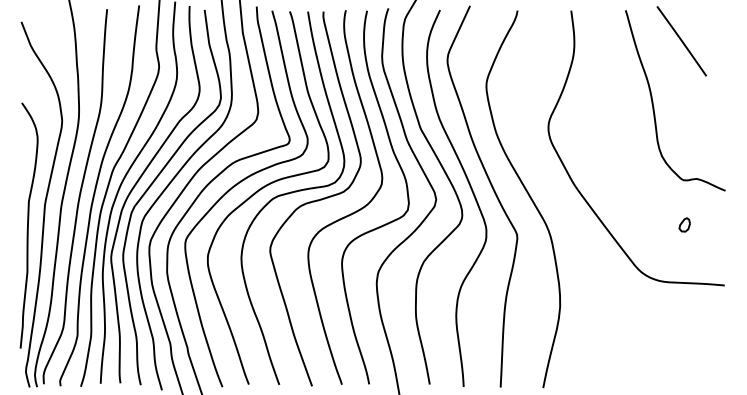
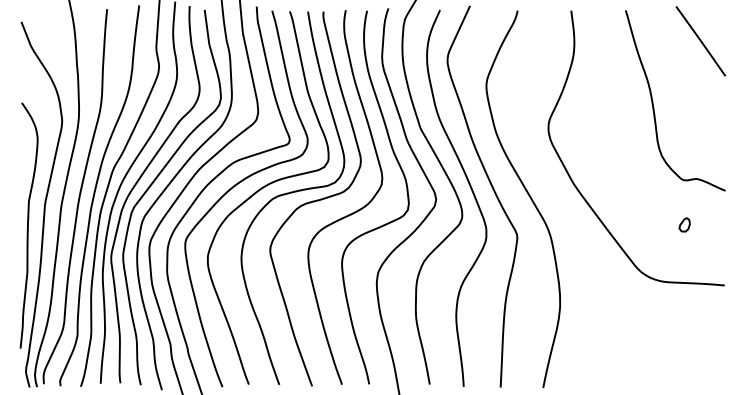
line at (681, 41) position: (681, 41) -> (700, 41)
